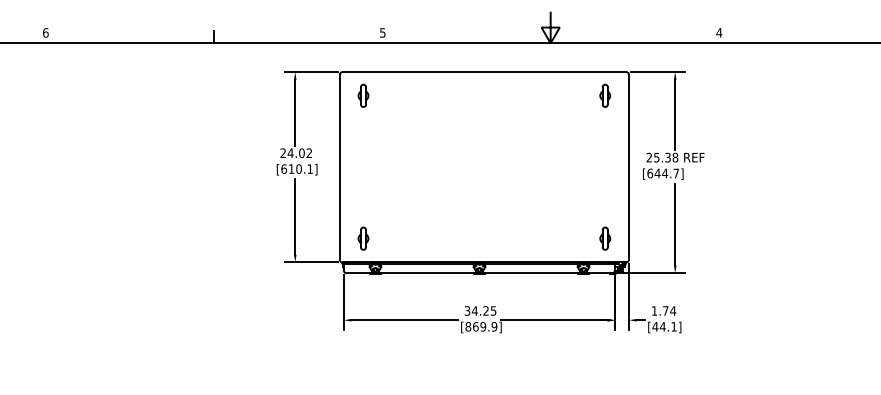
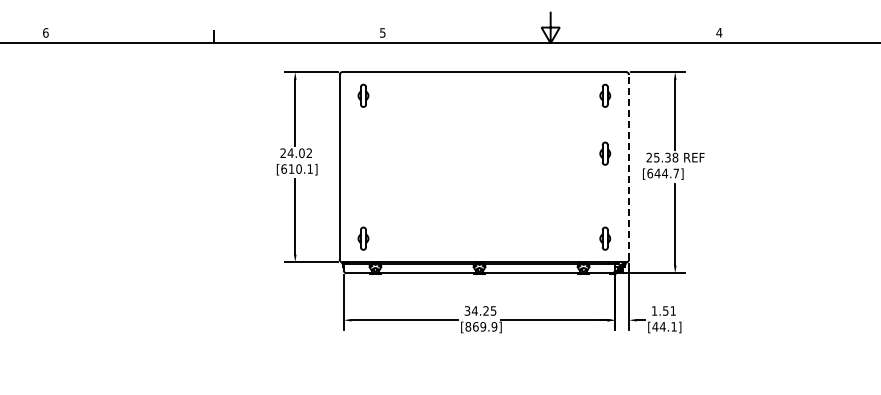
part at (605, 153): none -> present
line at (629, 166): solid -> dashed
text at (669, 310): 1.74 -> 1.51
